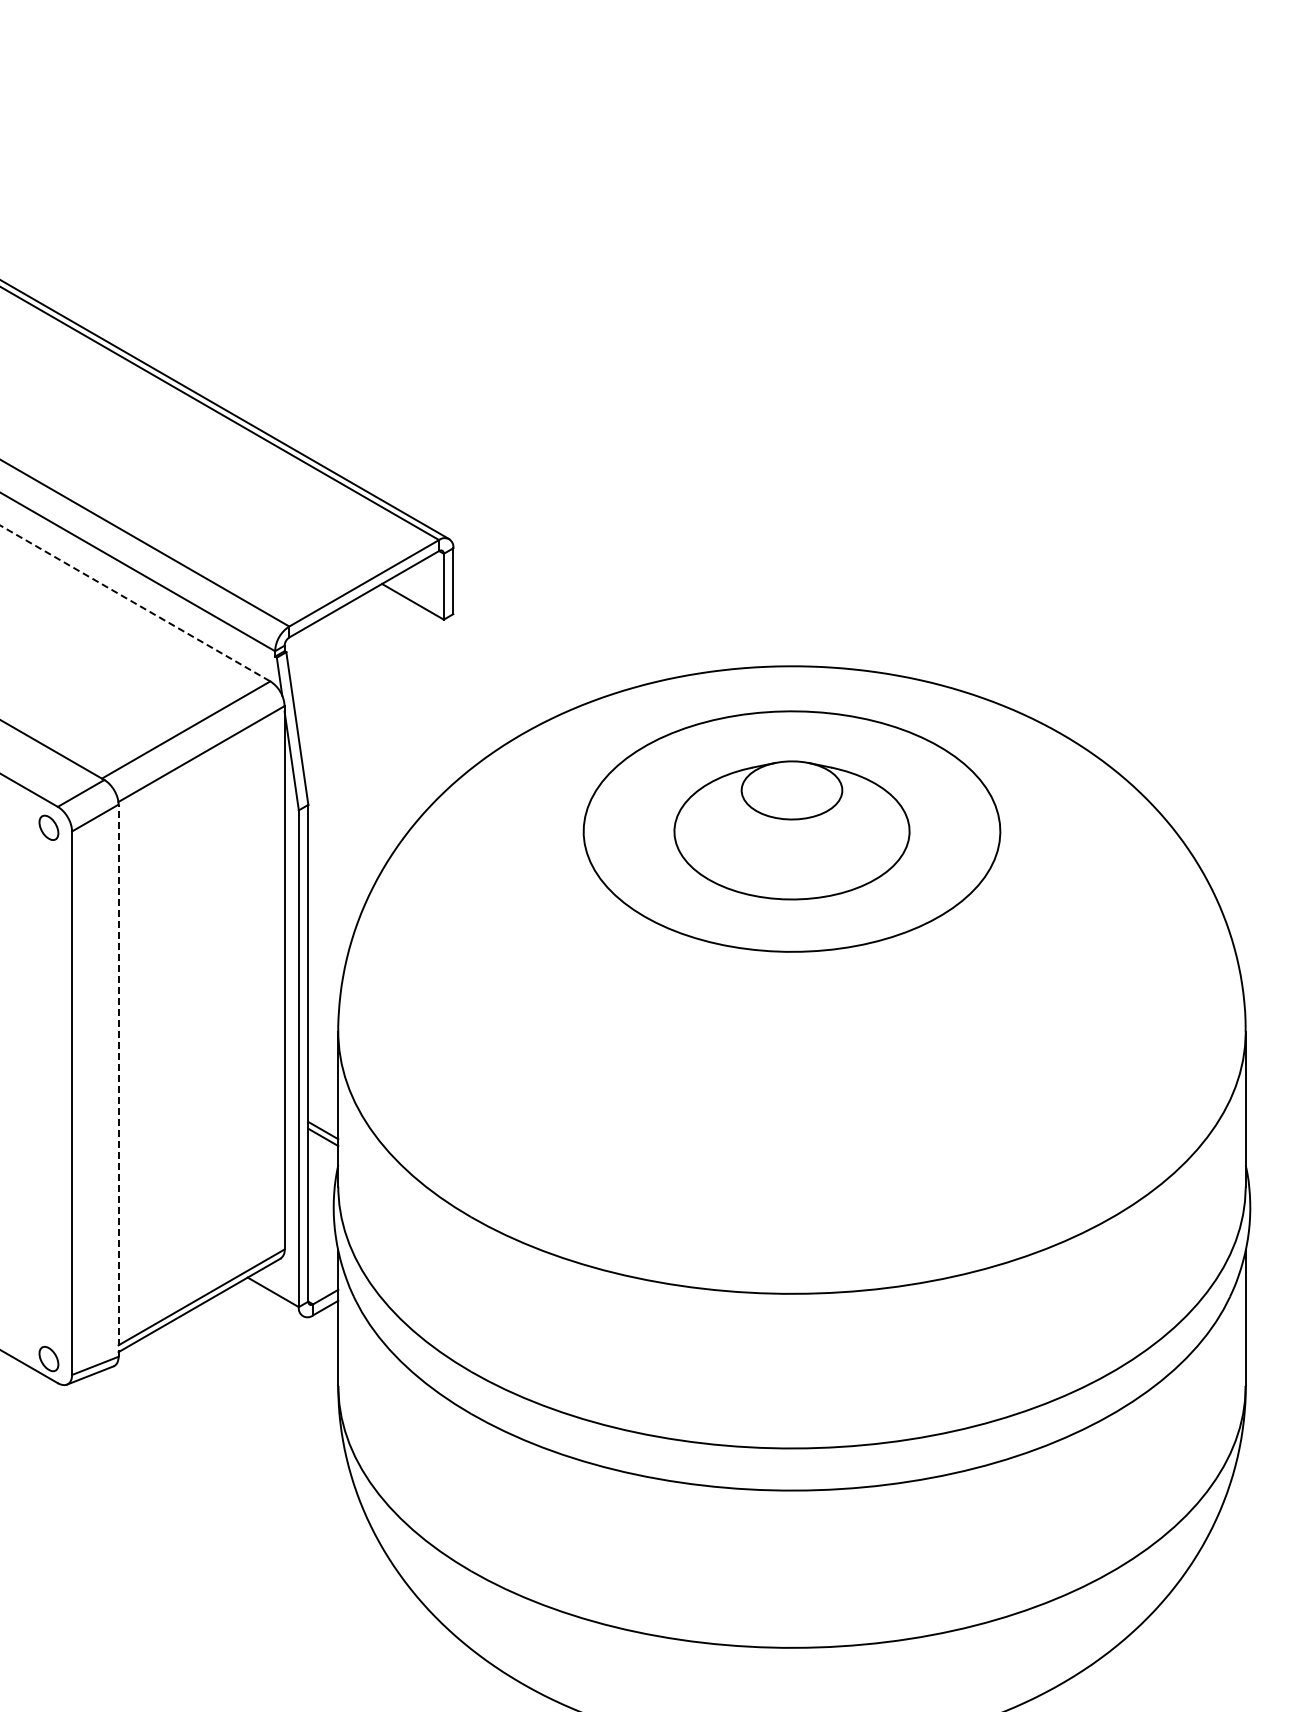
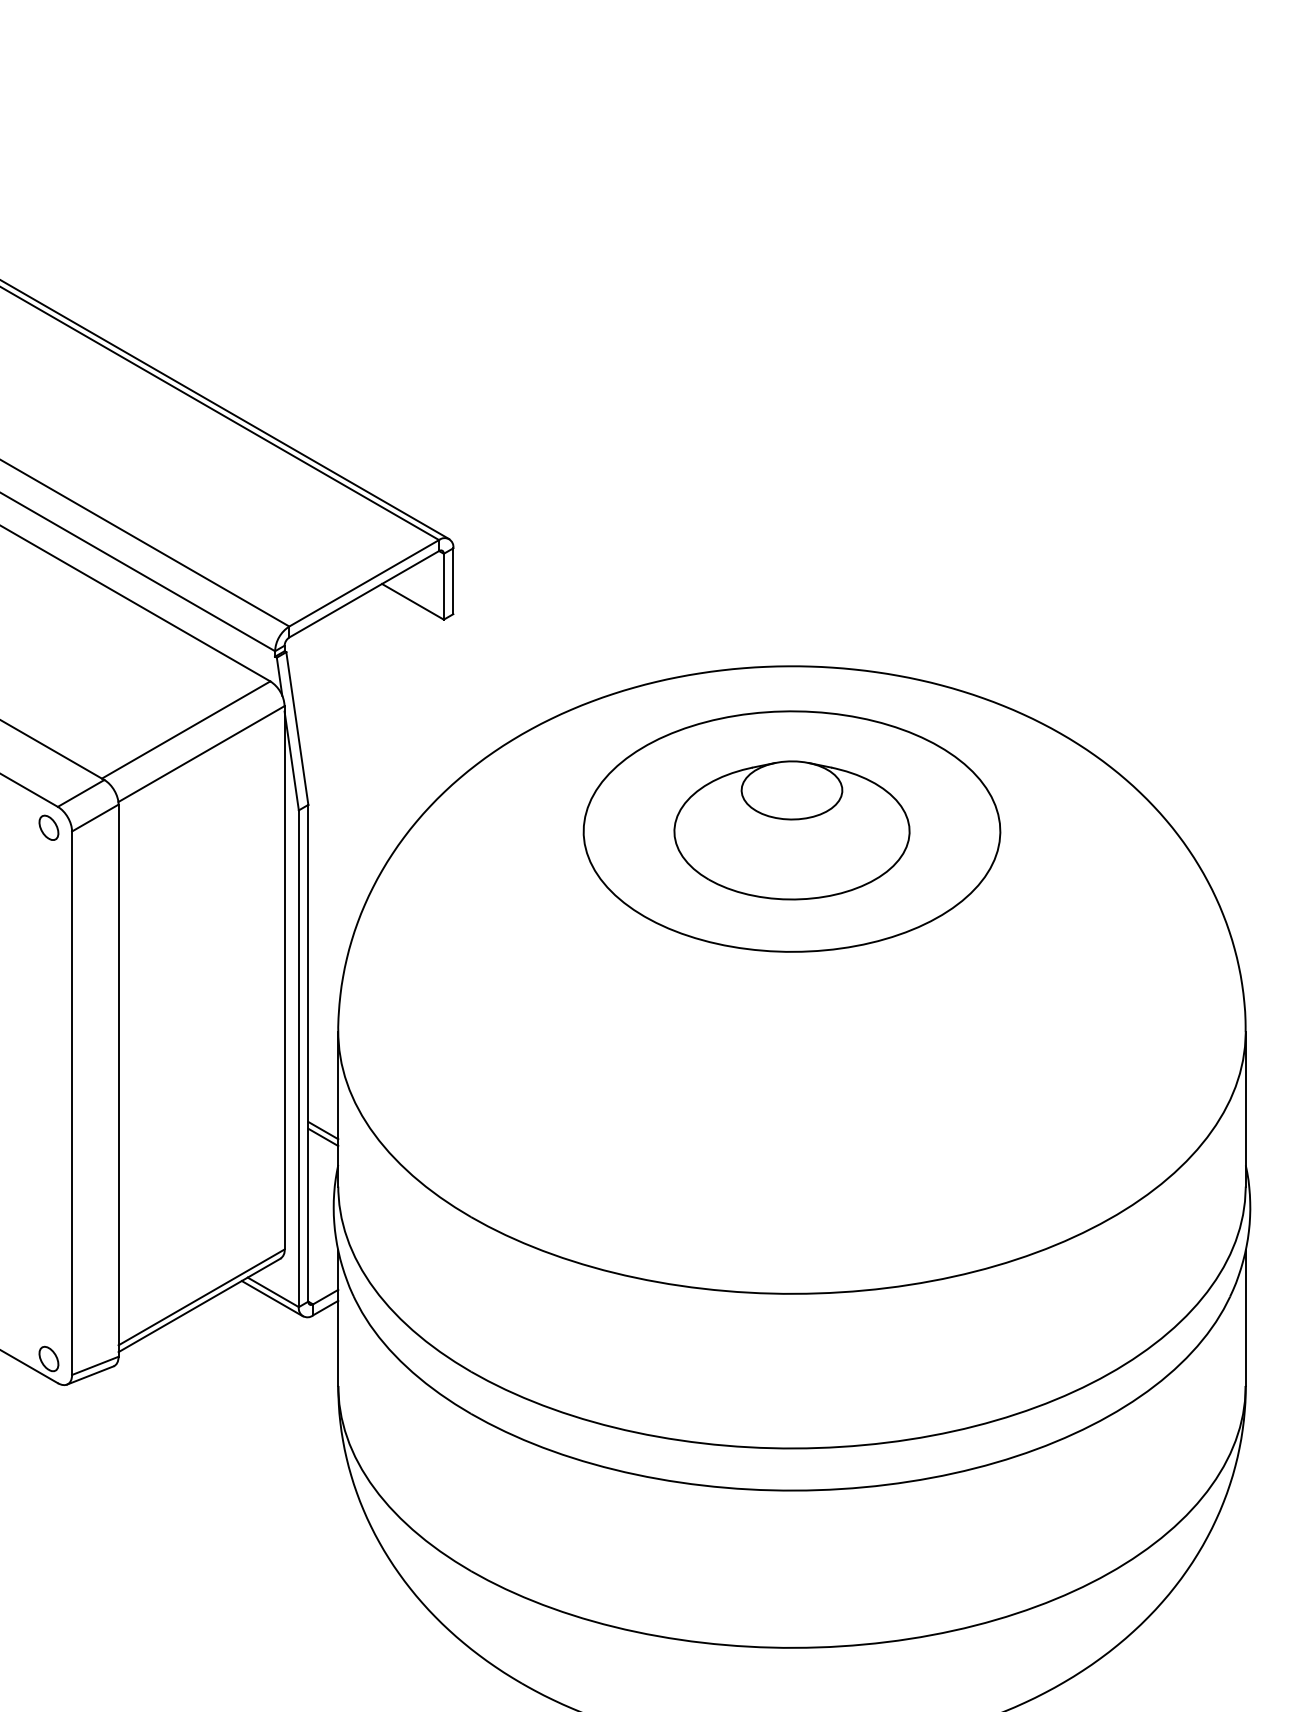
line at (135, 603): dashed -> solid
line at (118, 1080): dashed -> solid
line at (272, 1298): none -> present
